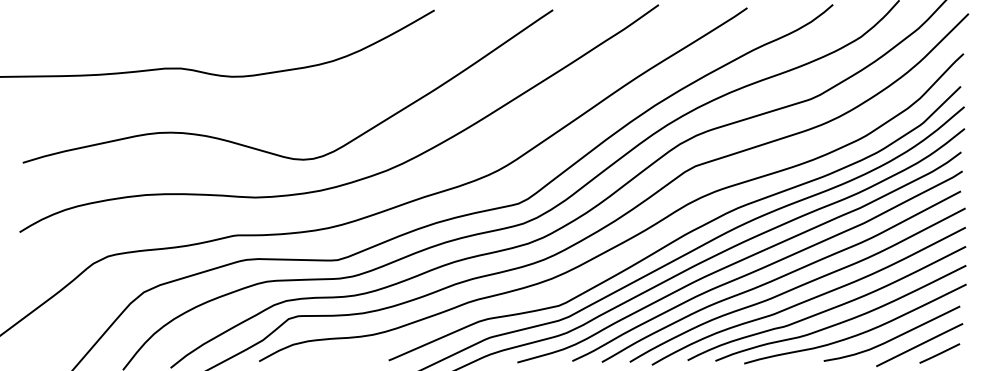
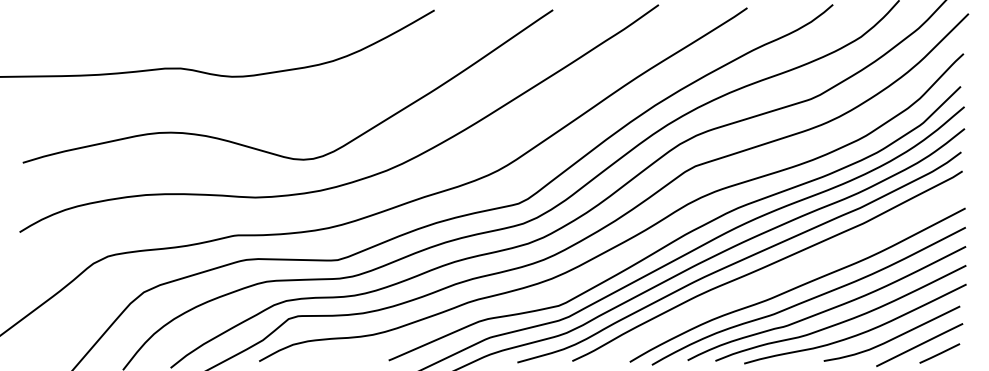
curve at (780, 276): present -> none
